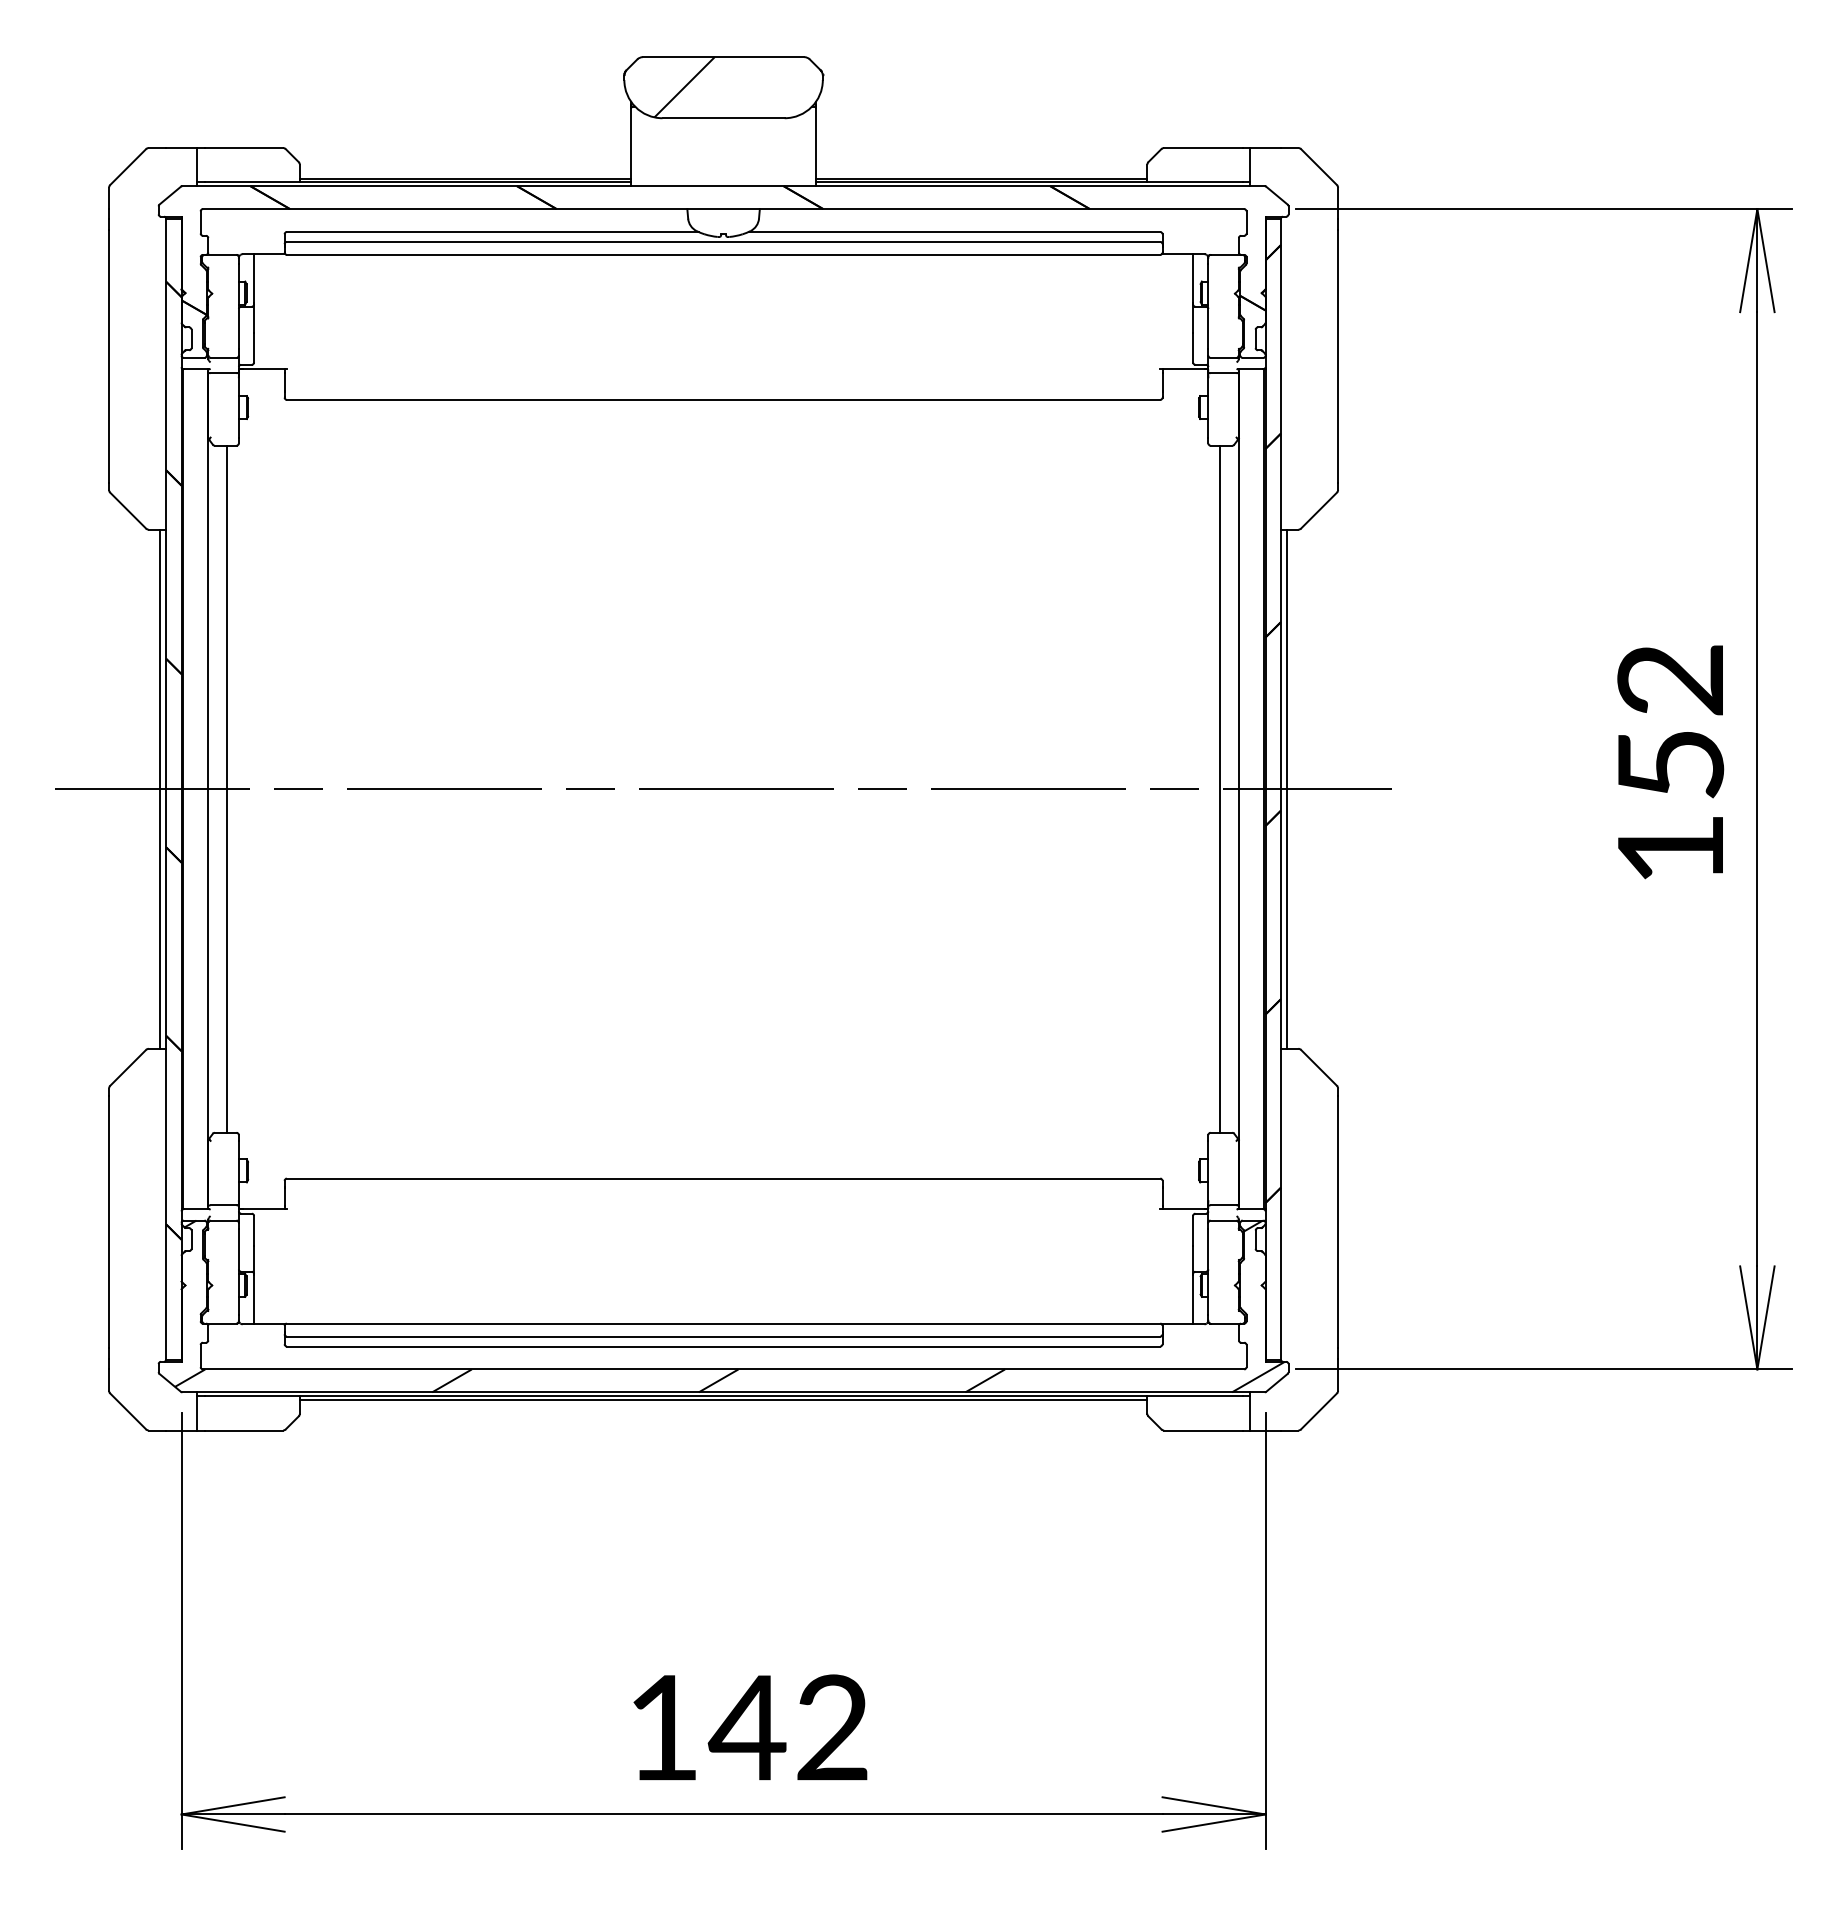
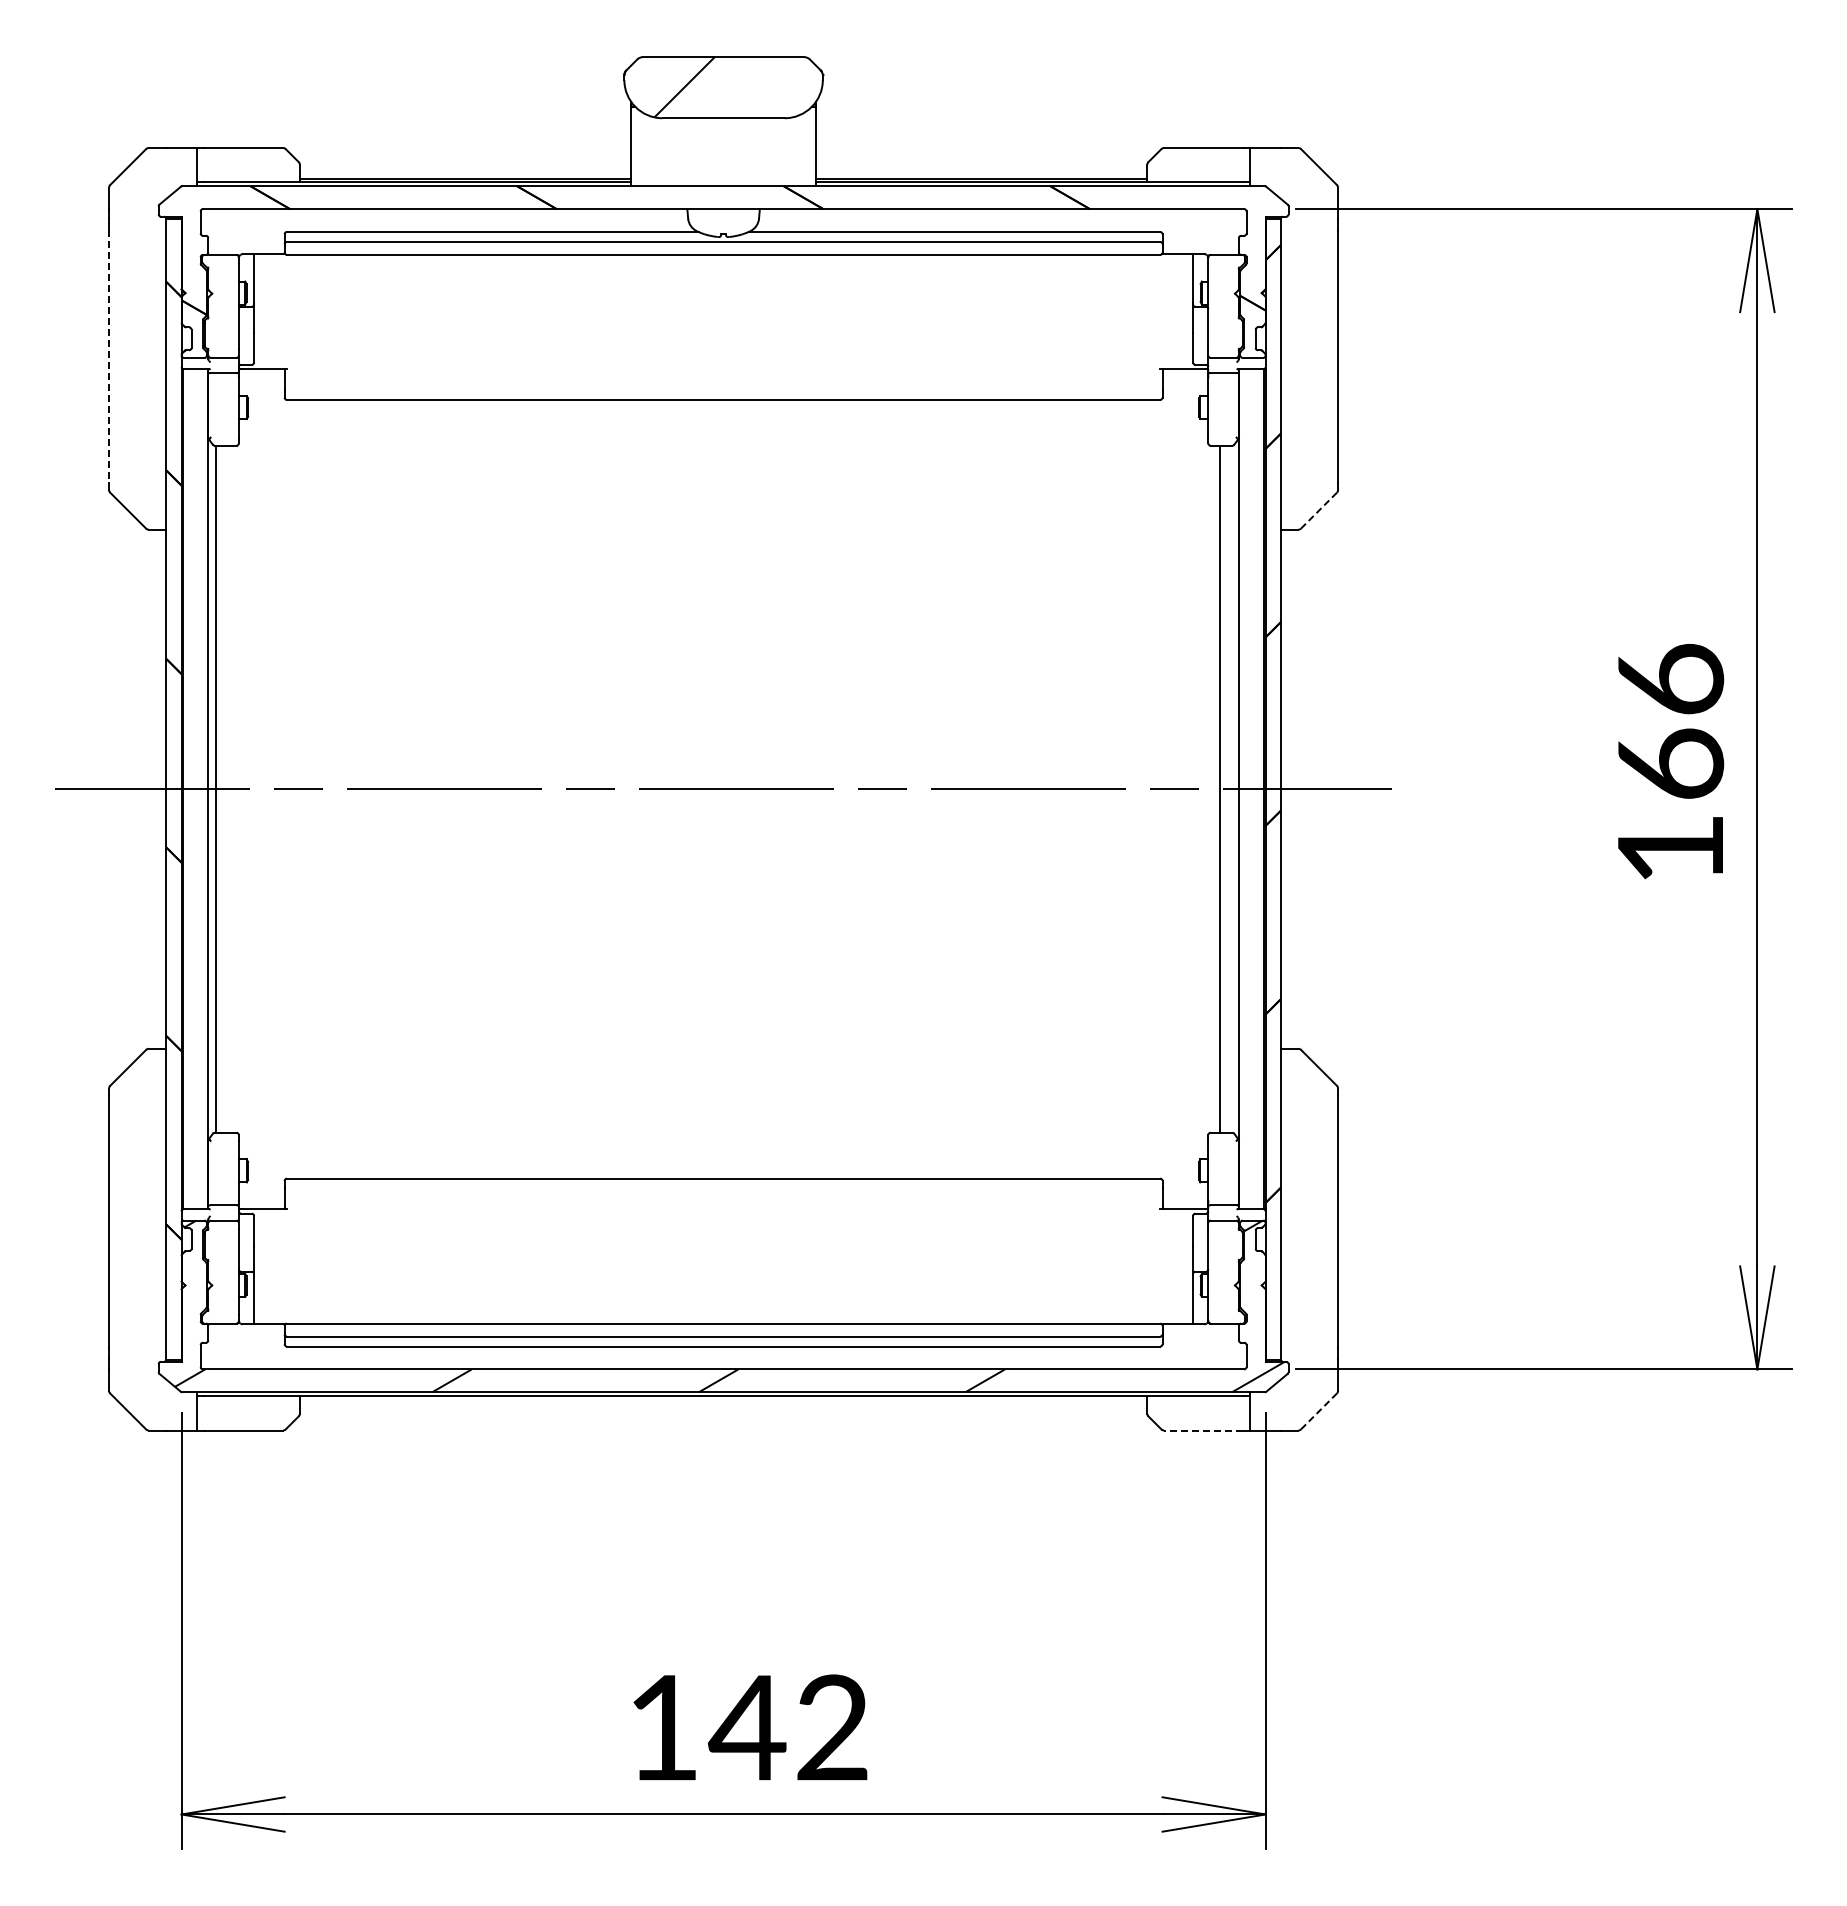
line at (109, 357): solid -> dashed
line at (1318, 510): solid -> dashed
text at (1670, 720): 152 -> 166
line at (160, 788): present -> none
line at (227, 788) position: (227, 788) -> (216, 788)
line at (1286, 788): present -> none
line at (723, 1399): present -> none
line at (1319, 1411): solid -> dashed
line at (1202, 1430): solid -> dashed
